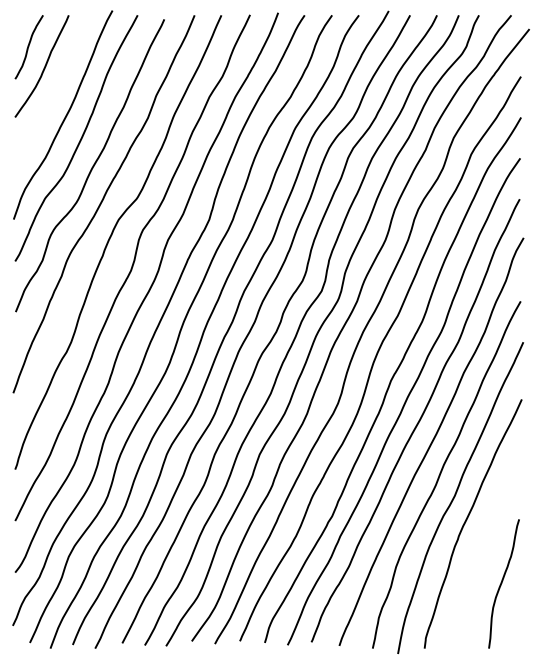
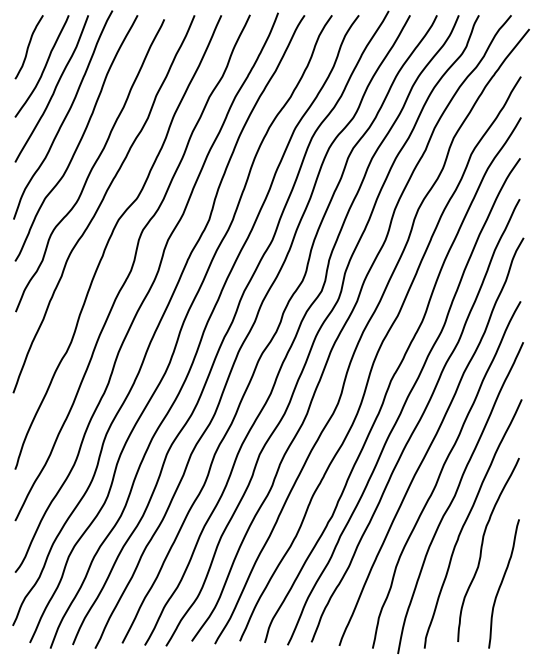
curve at (53, 90): none -> present
curve at (482, 549): none -> present
